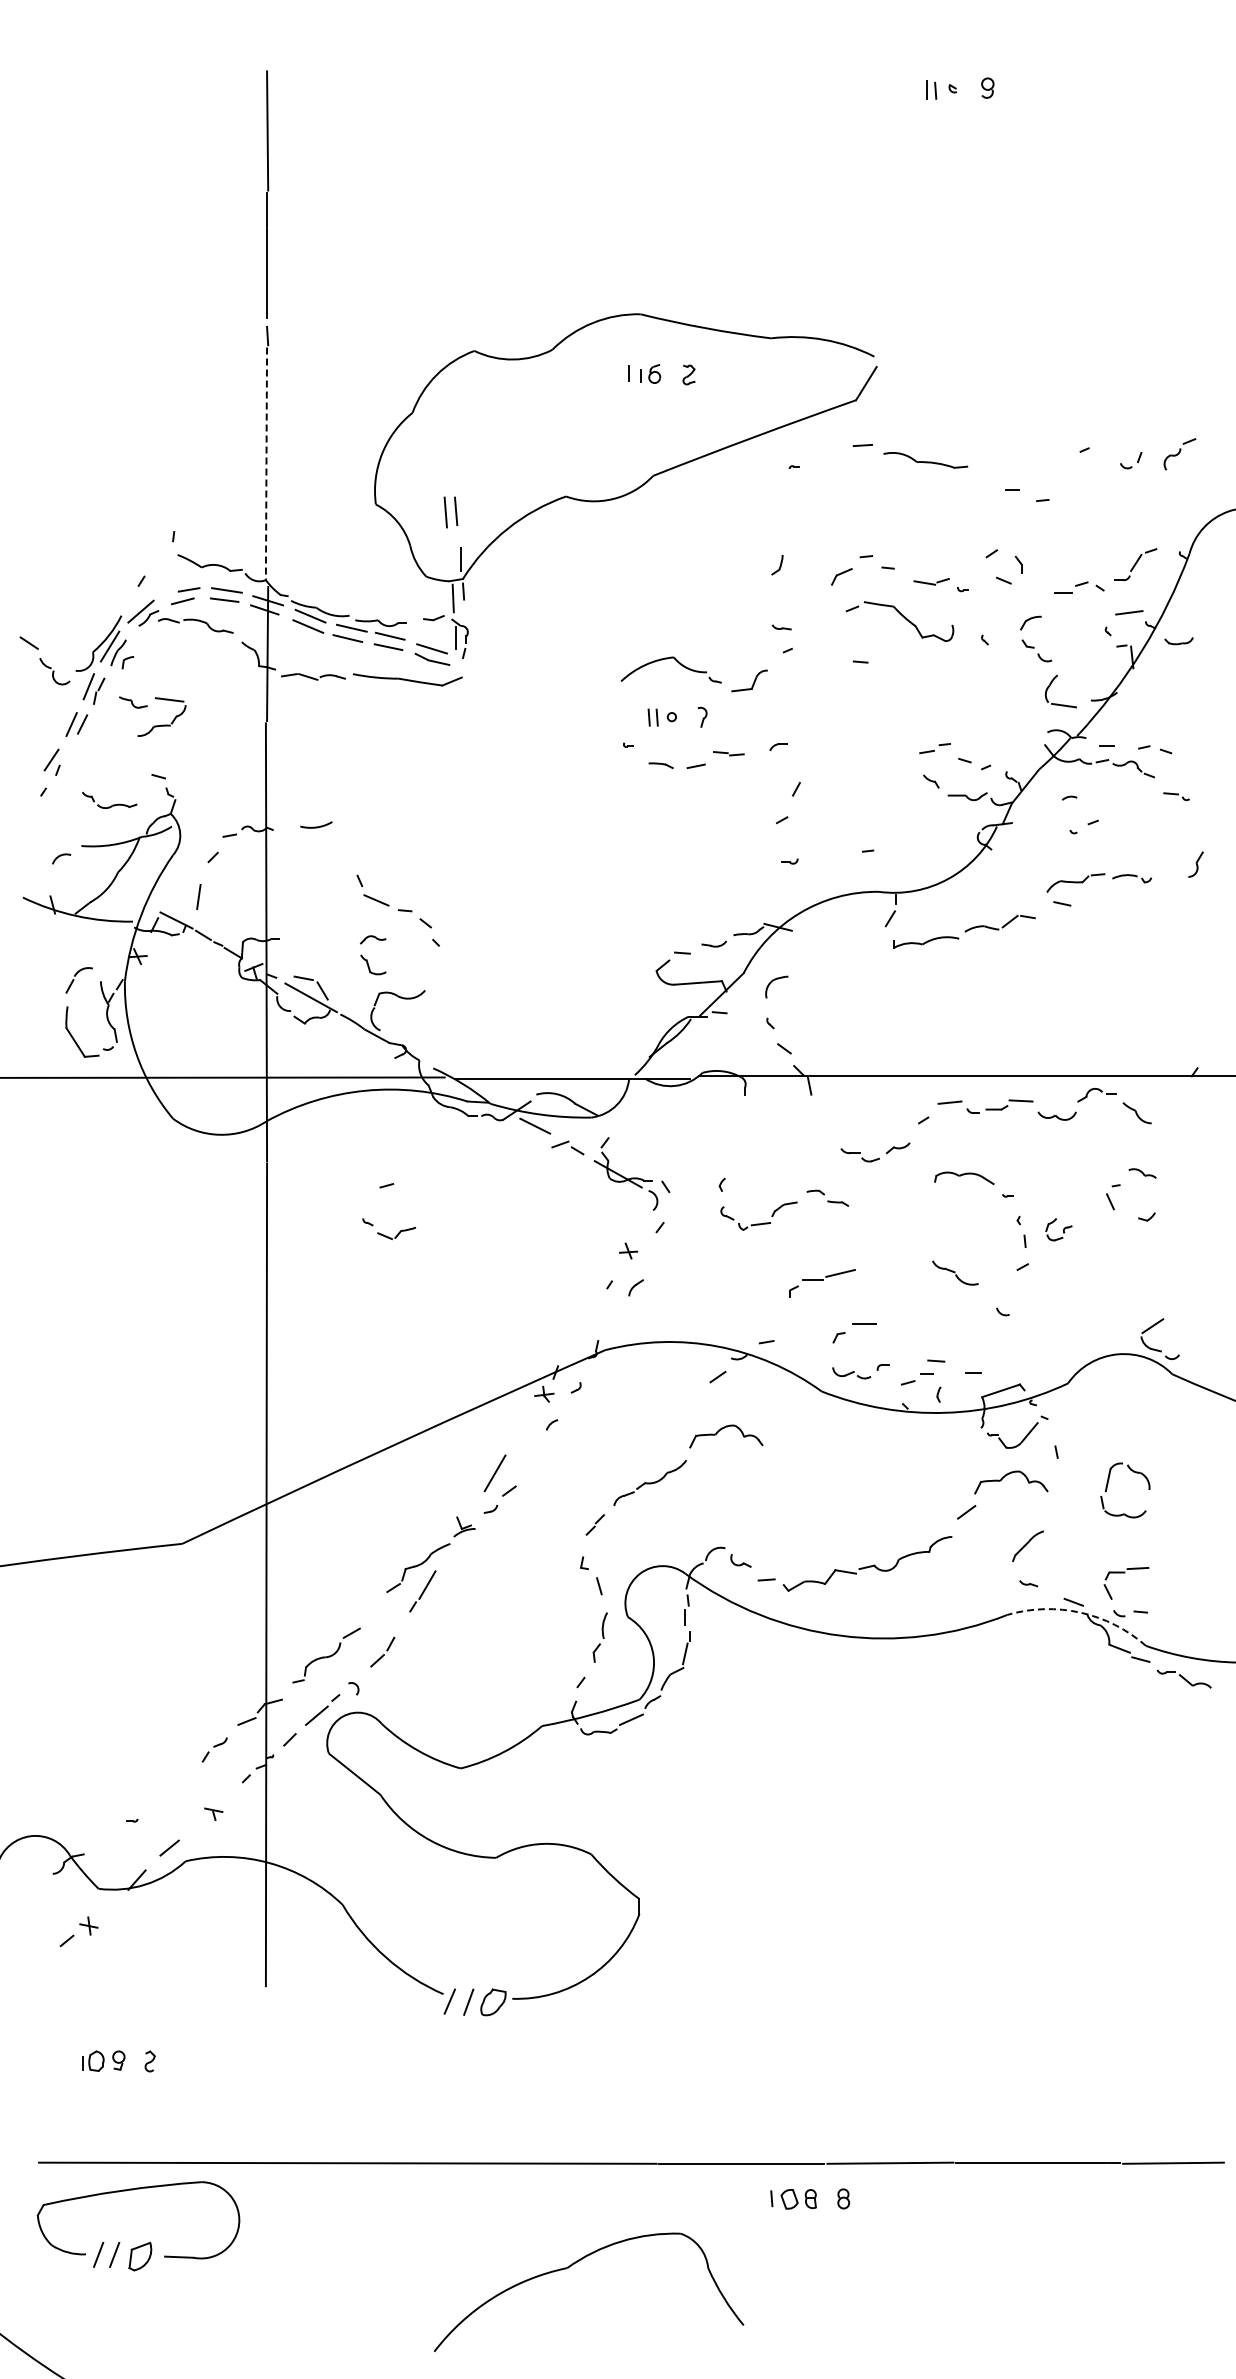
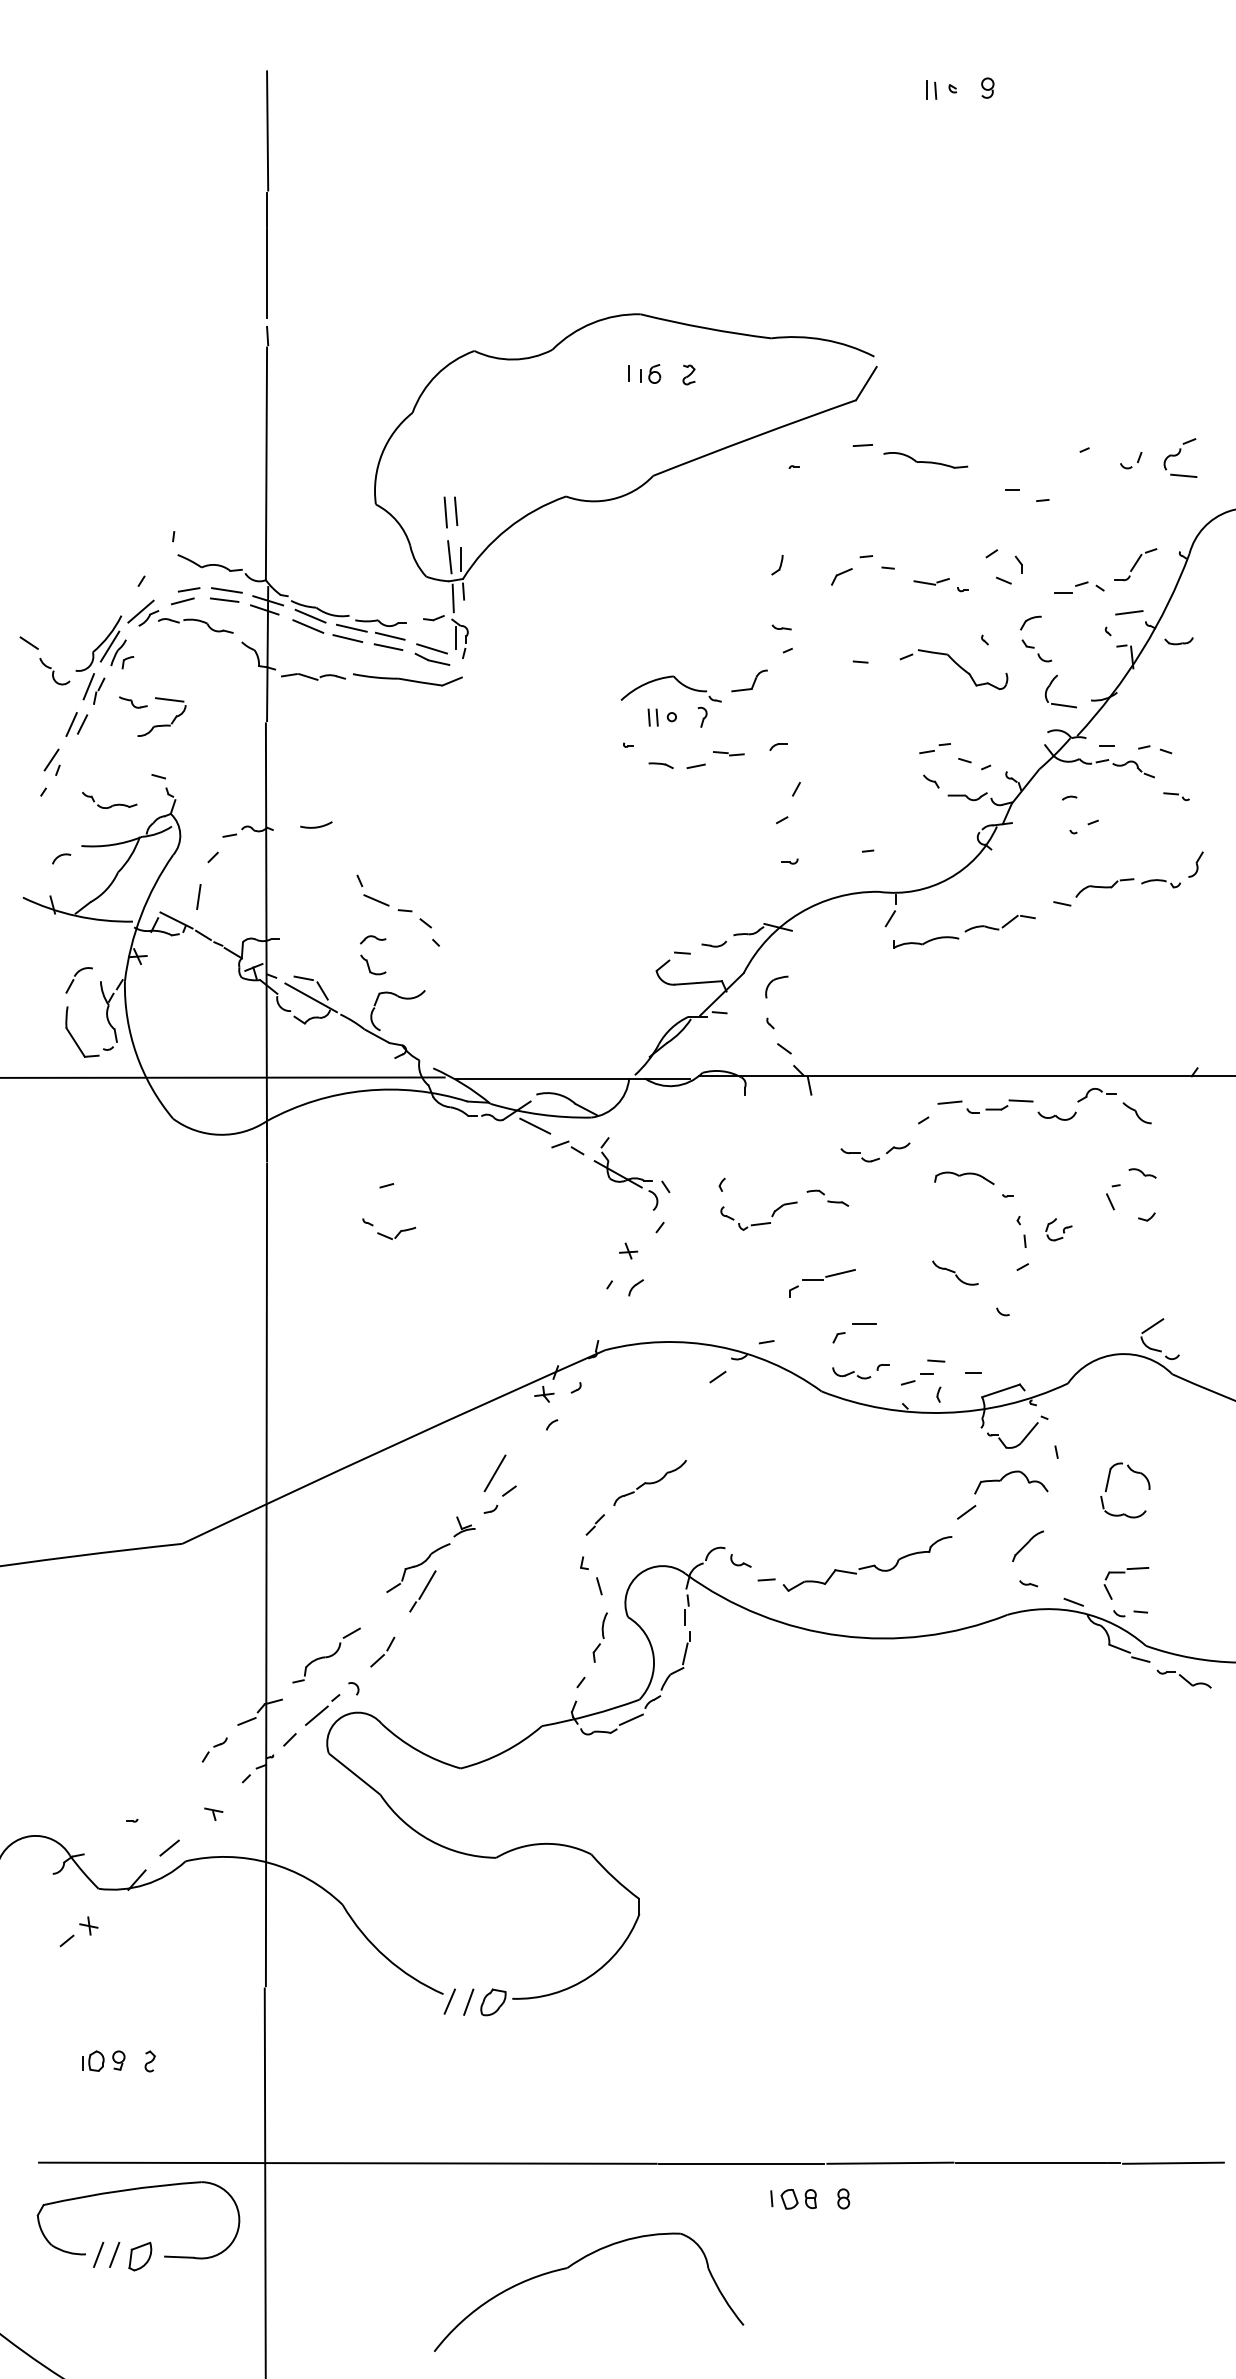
line at (266, 464): dashed -> solid
line at (1183, 475): none -> present
line at (449, 557): none -> present
part at (899, 621) position: (899, 621) -> (953, 669)
part at (677, 662) position: (677, 662) -> (677, 681)
part at (1098, 875) position: (1098, 875) -> (1127, 880)
part at (721, 1430): present -> none
arc at (1080, 1612): dashed -> solid
line at (264, 2181): none -> present
